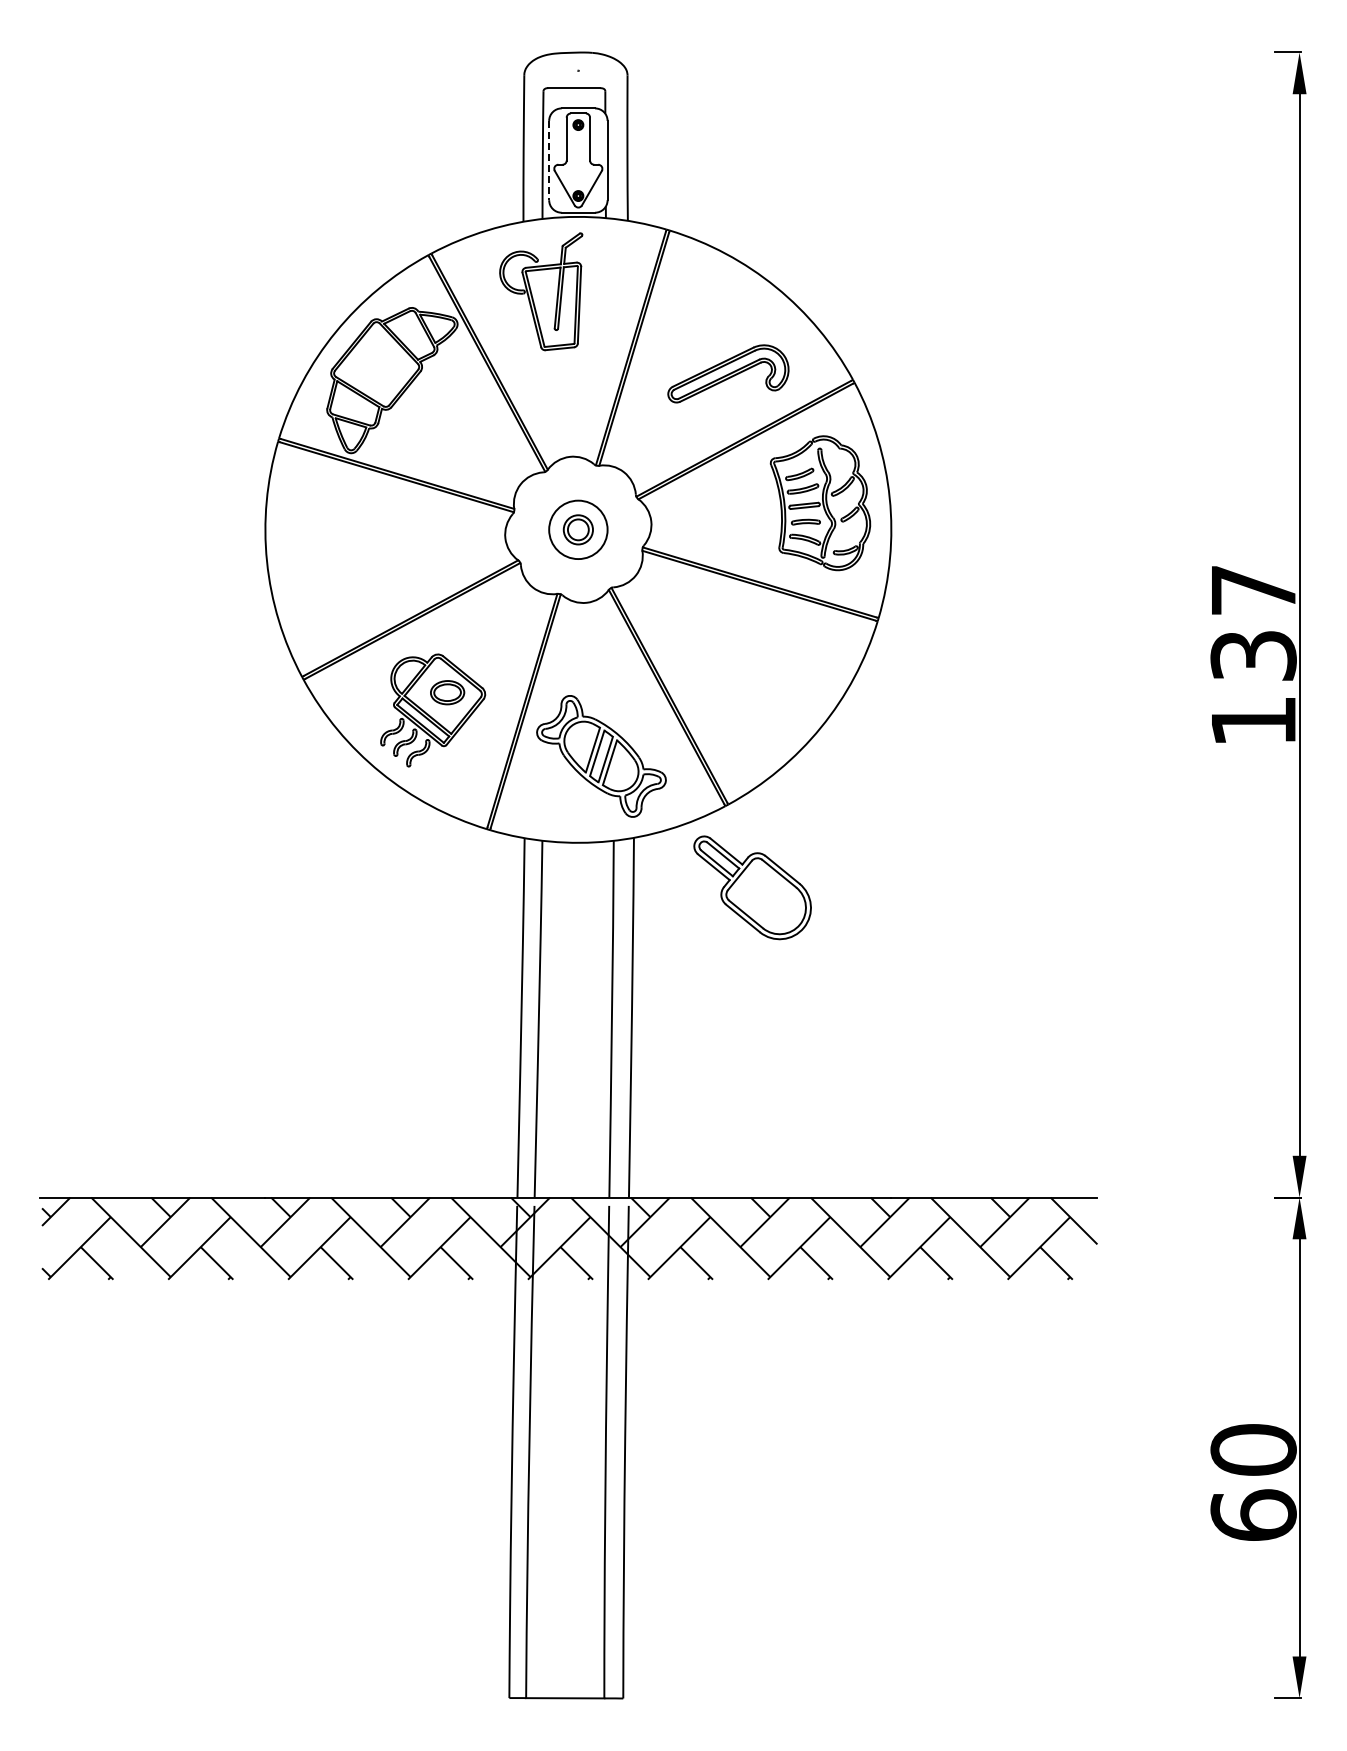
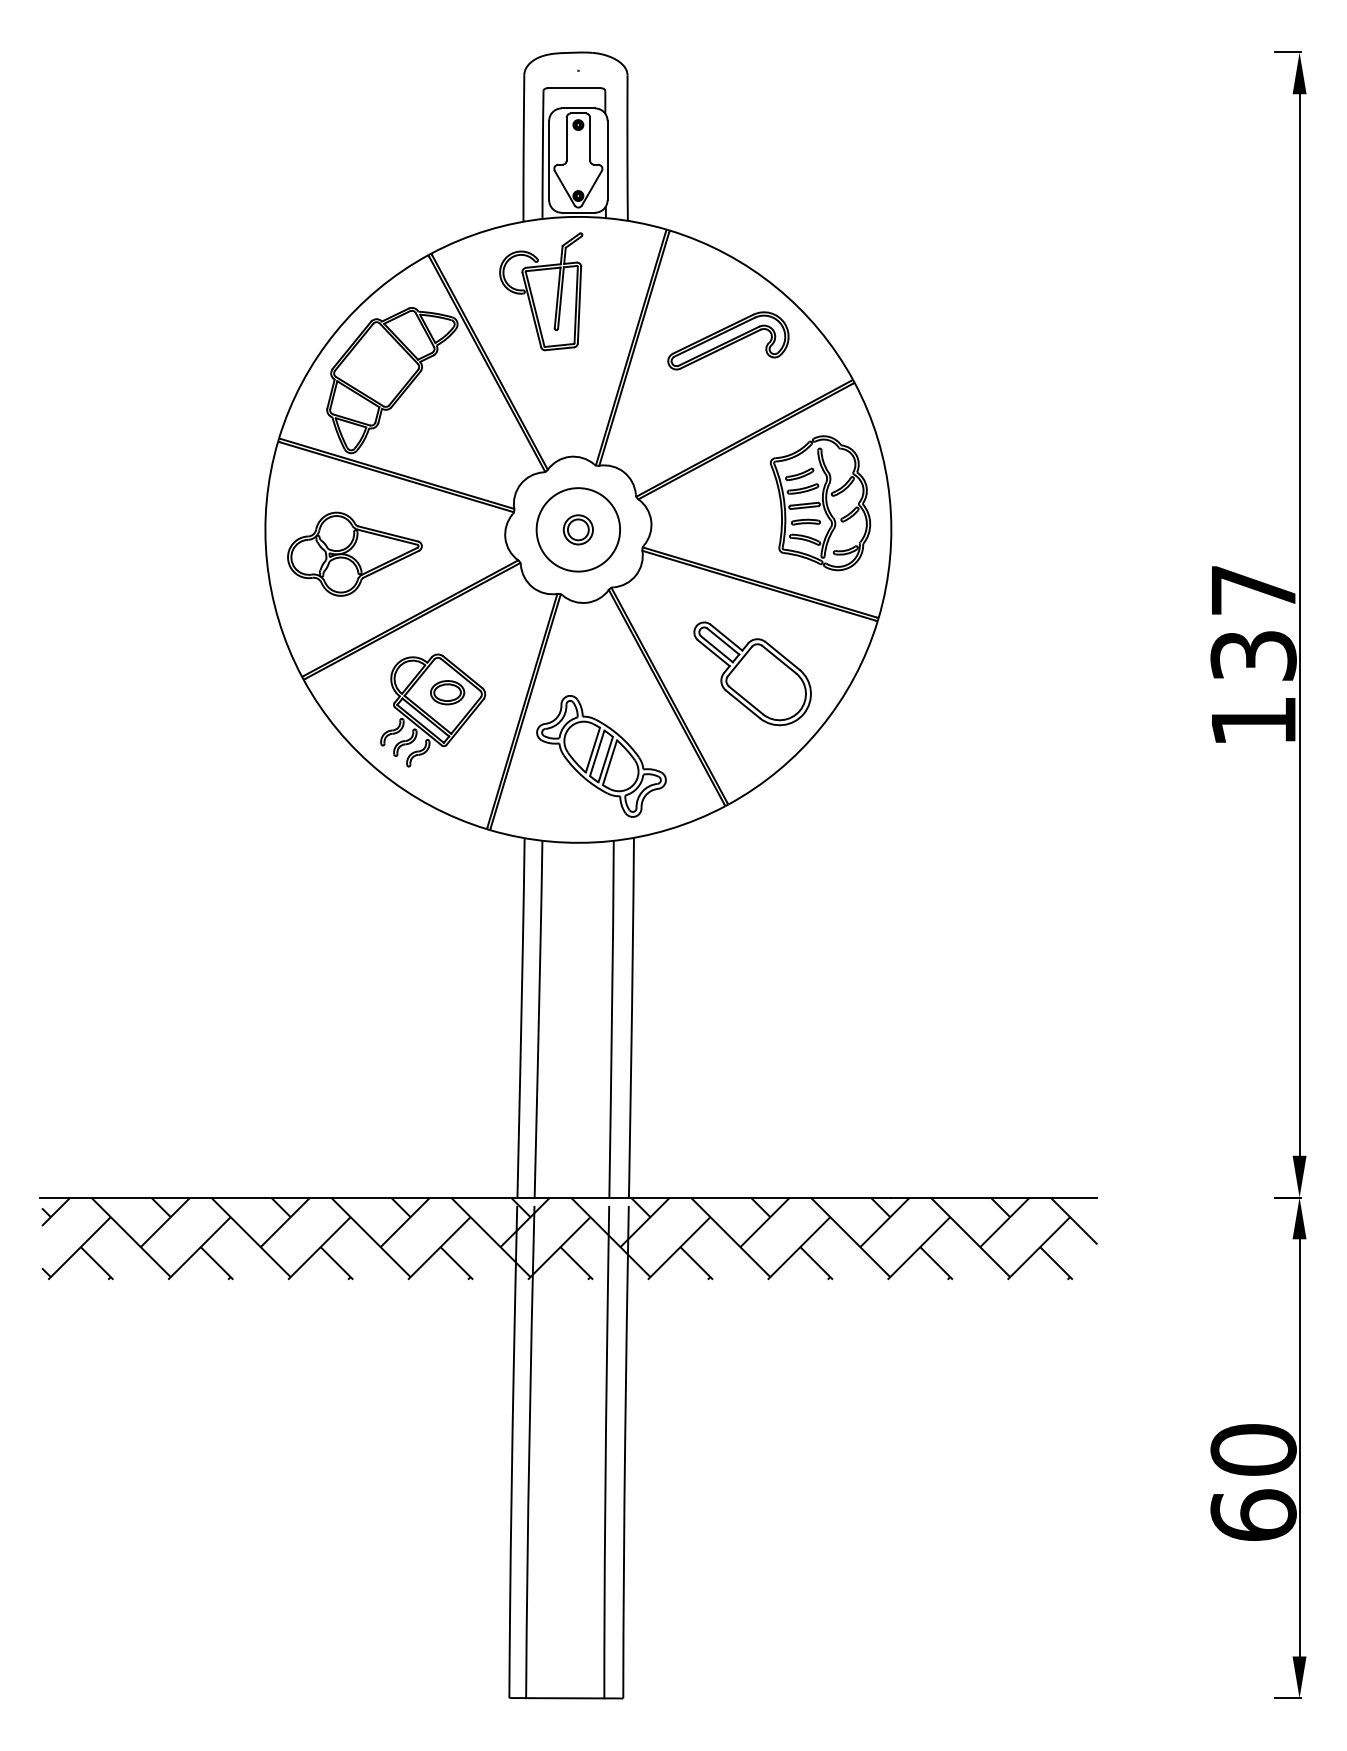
line at (549, 160): dashed -> solid
part at (728, 373) position: (728, 373) -> (728, 340)
circle at (578, 529) diameter: 58 px -> 83 px
part at (354, 553): none -> present
part at (752, 887) position: (752, 887) -> (752, 673)
